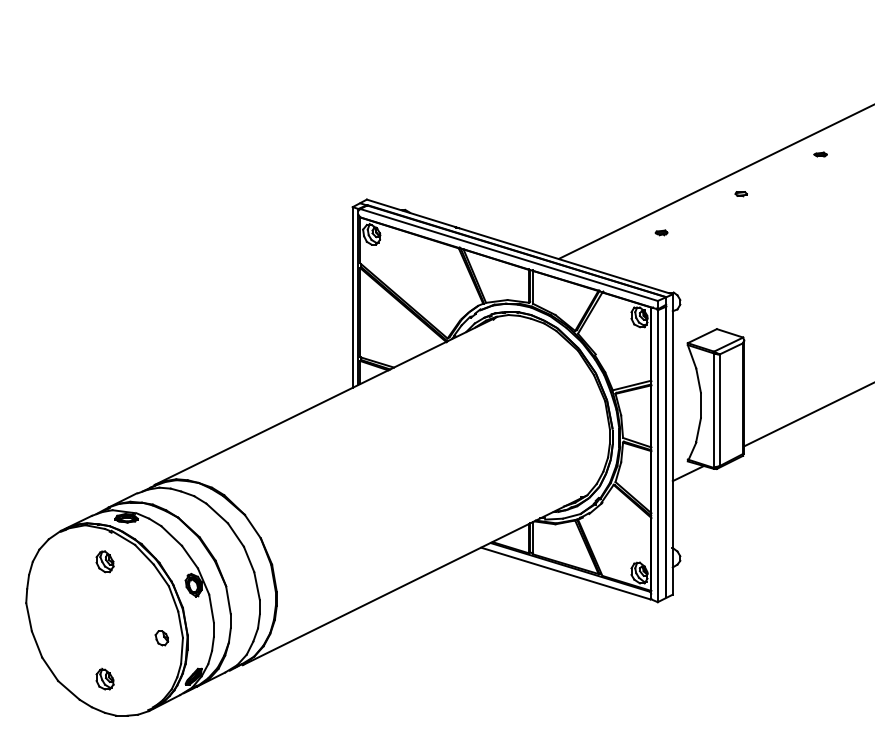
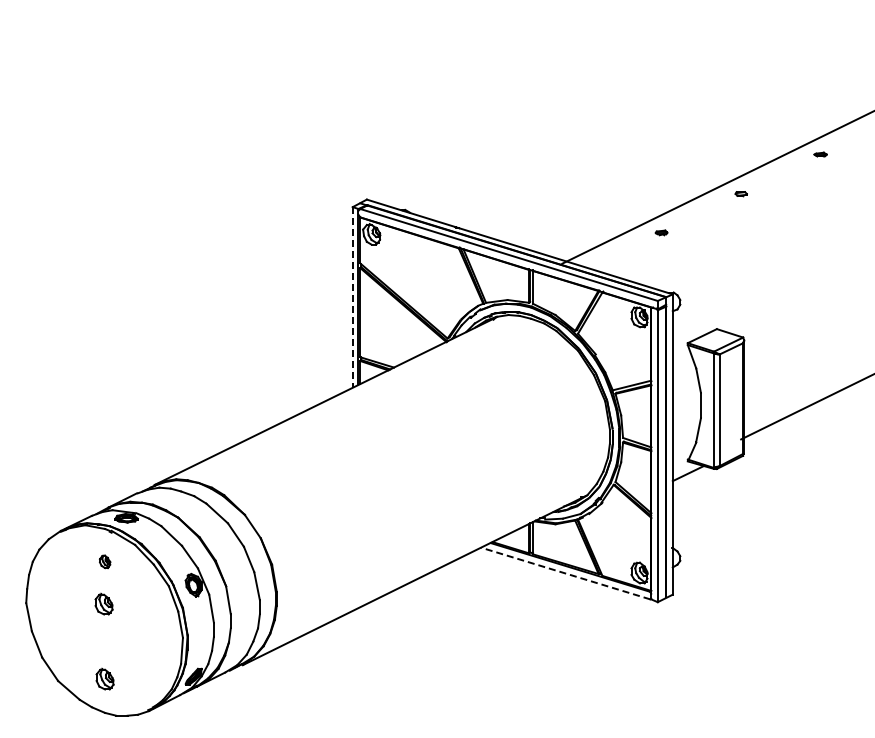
line at (715, 181) position: (715, 181) -> (716, 187)
line at (352, 297): solid -> dashed
line at (807, 414) position: (807, 414) -> (806, 407)
part at (104, 561) size: 20x24 px -> 14x16 px
line at (565, 573): solid -> dashed
part at (103, 603): none -> present
part at (161, 638): present -> none
